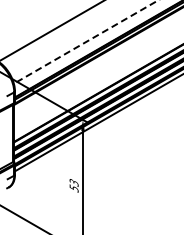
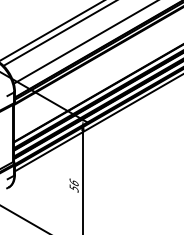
line at (58, 33): none -> present
line at (85, 42): dashed -> solid
text at (73, 182): 53 -> 56
